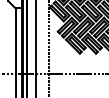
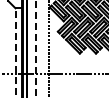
line at (35, 48): solid -> dashed
line at (15, 53): solid -> dashed
